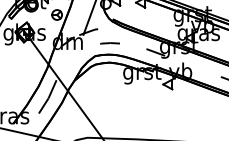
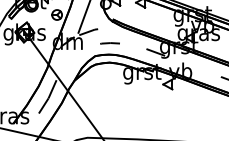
line at (89, 18) position: (89, 18) -> (83, 17)
